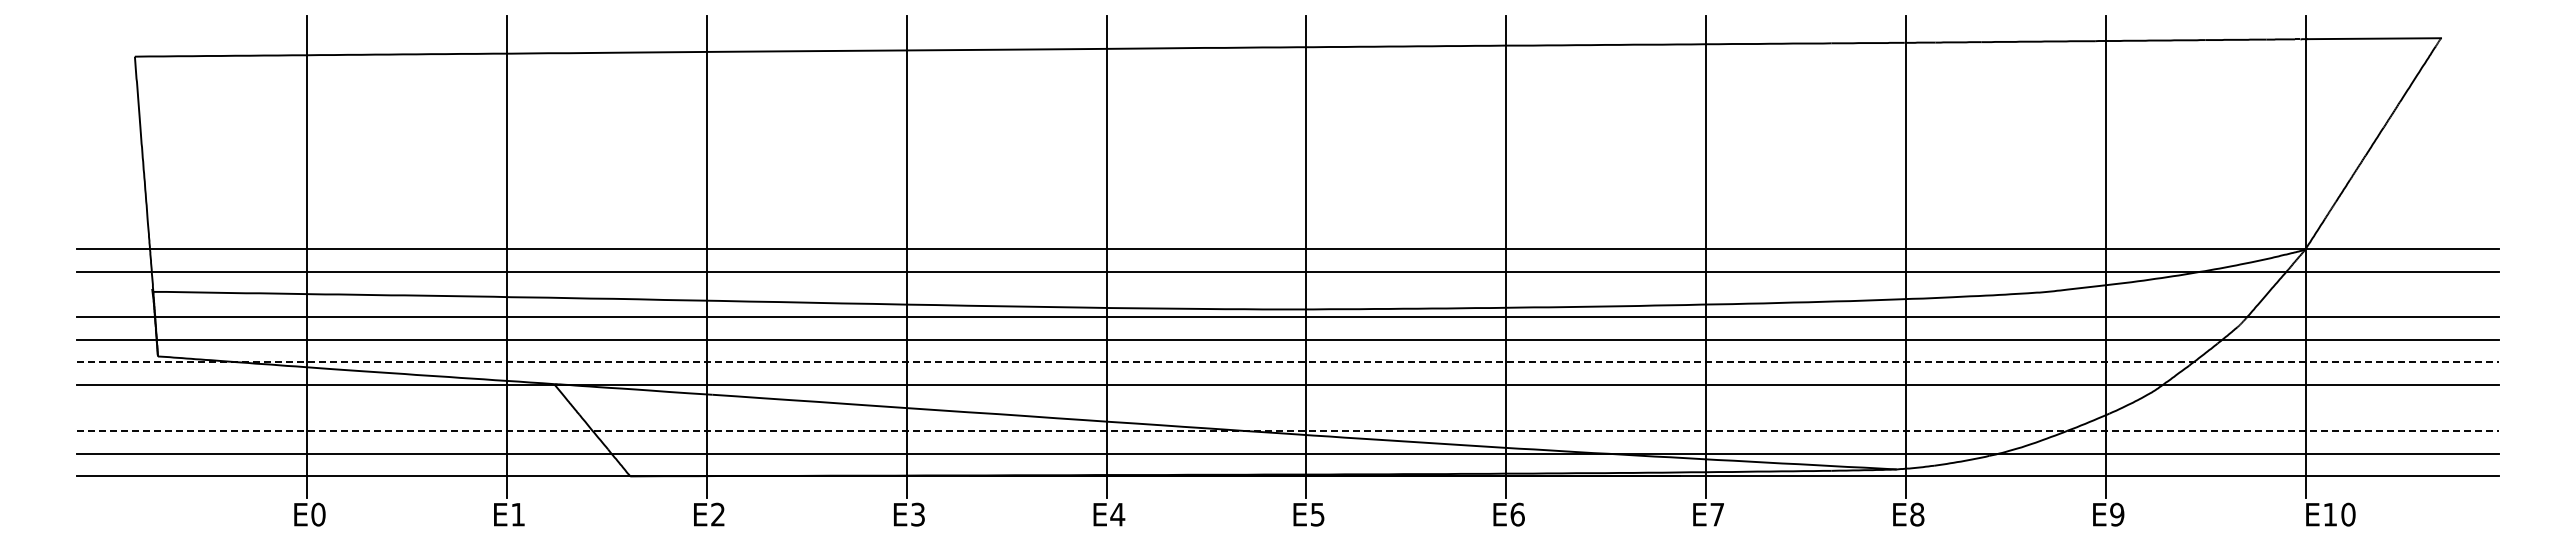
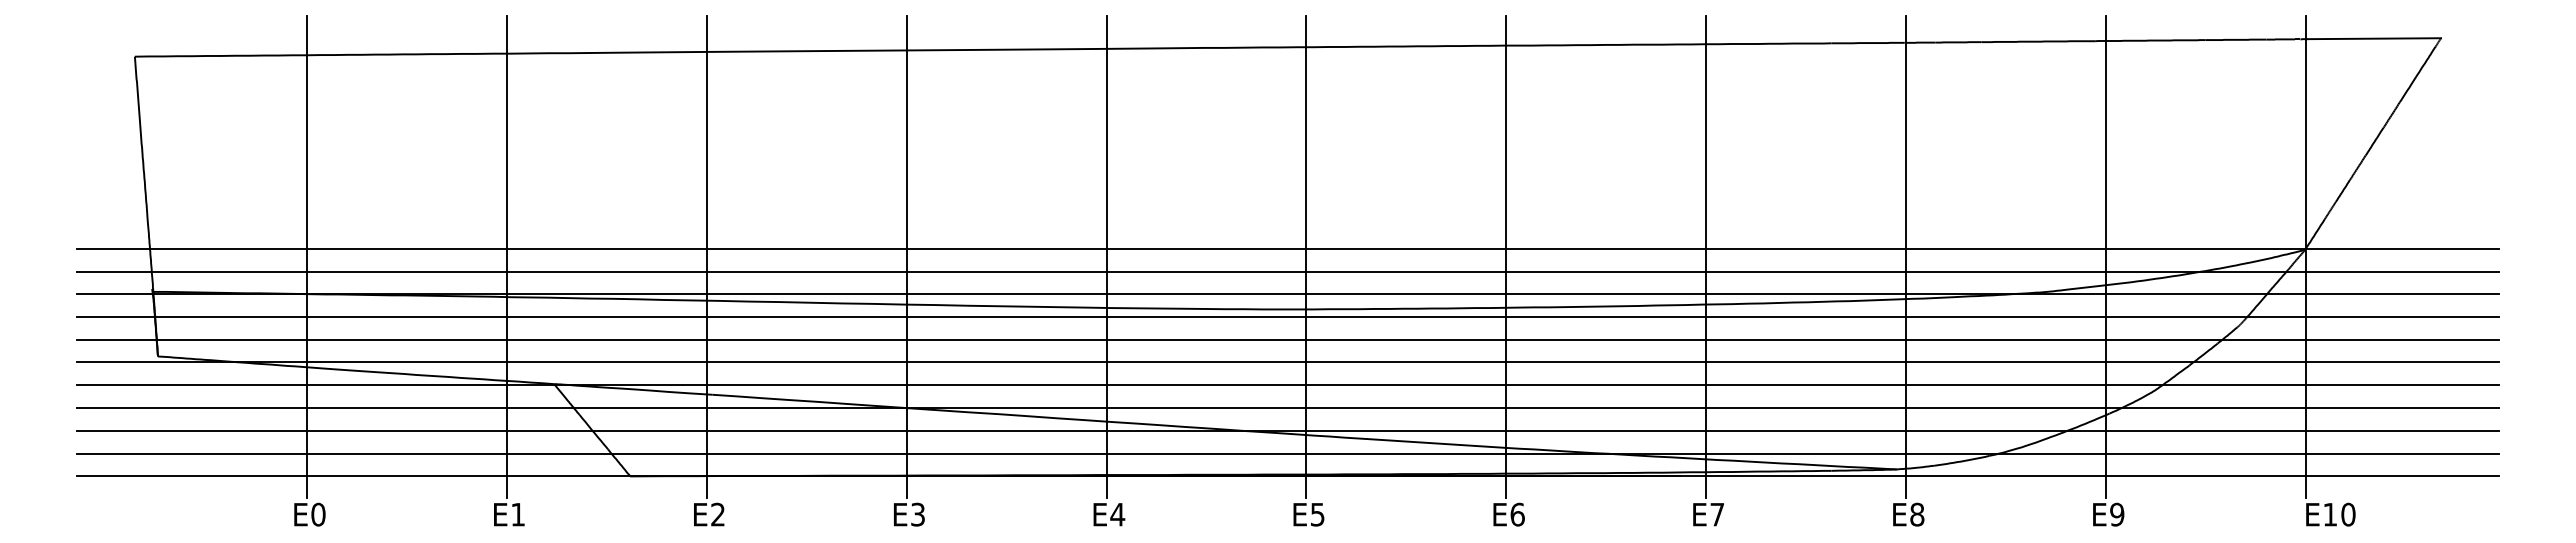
line at (1287, 294): none -> present
line at (1287, 362): dashed -> solid
line at (1287, 408): none -> present
line at (1287, 430): dashed -> solid
